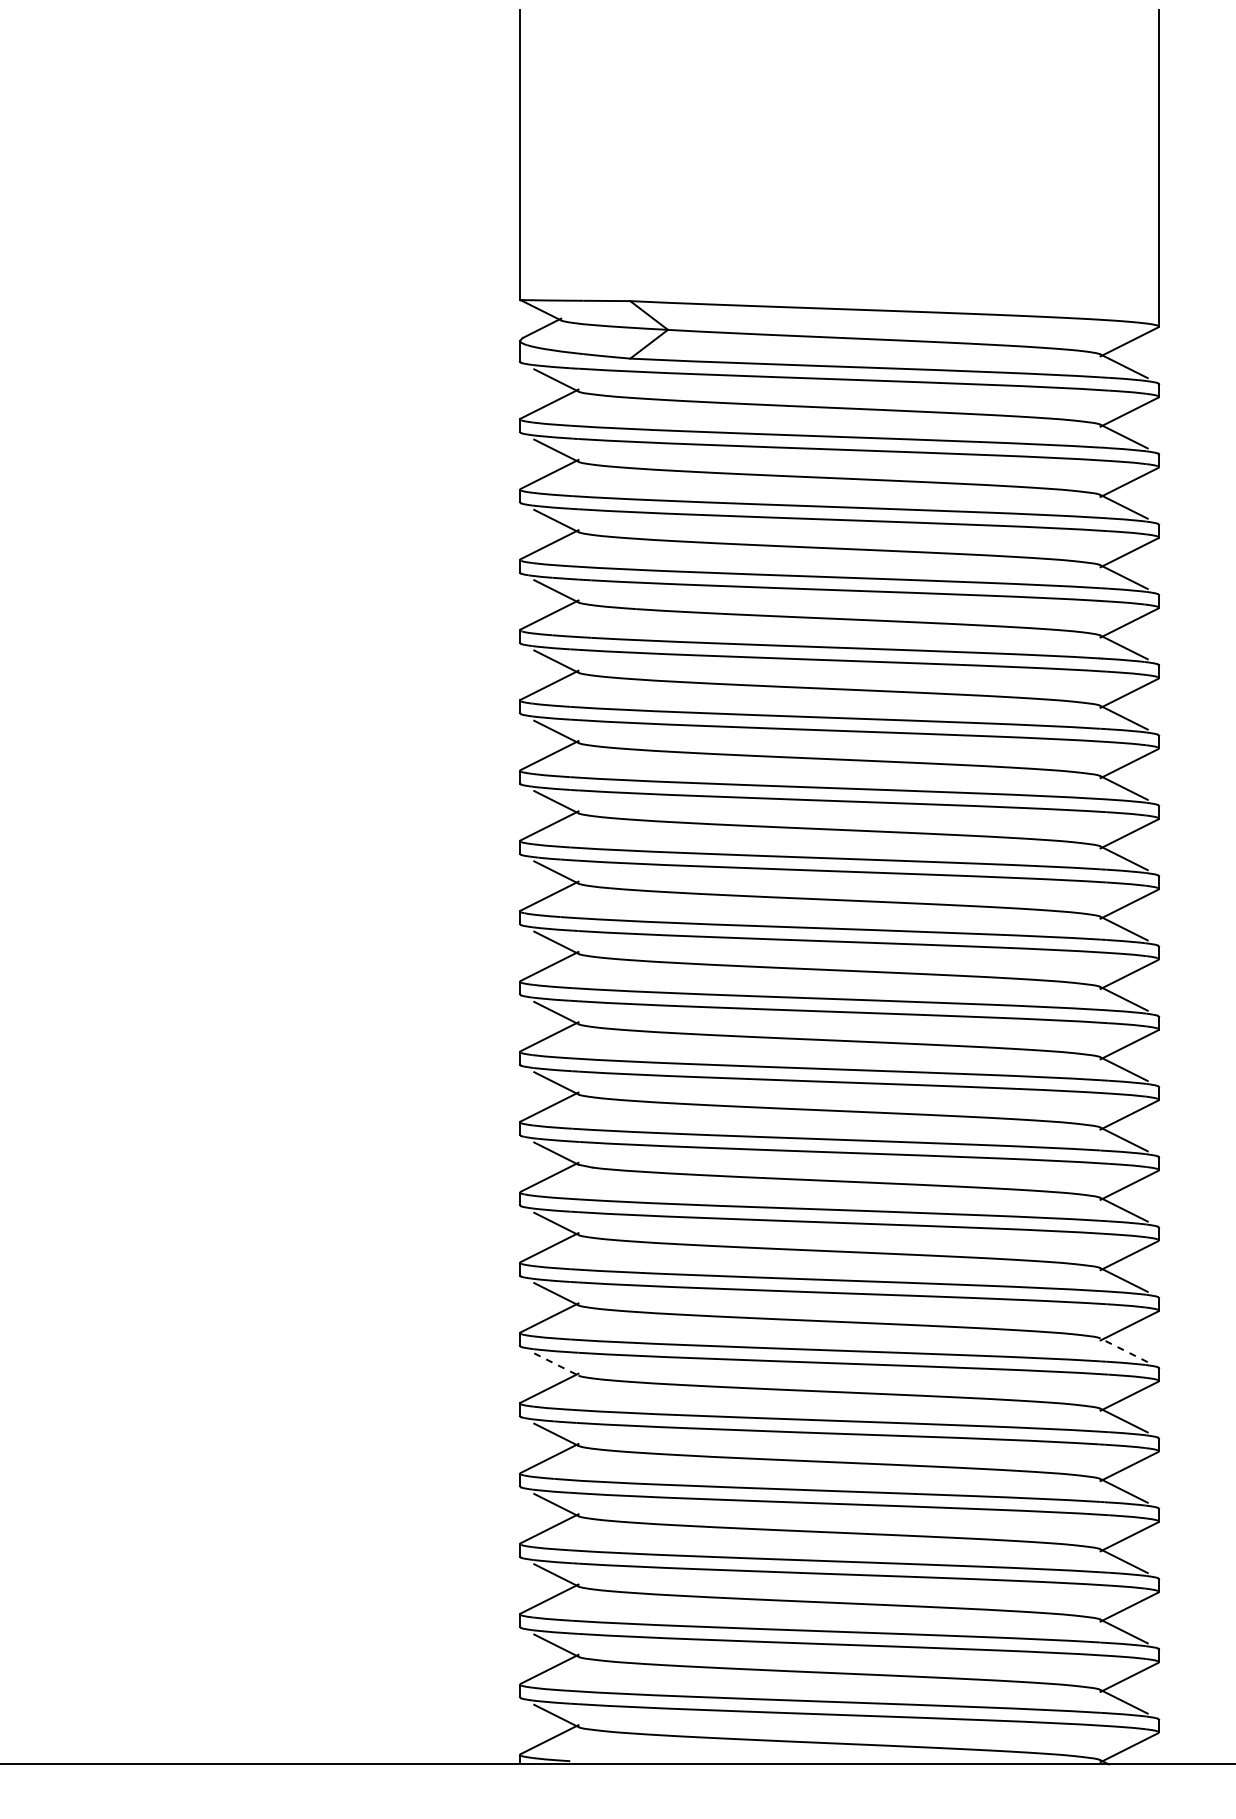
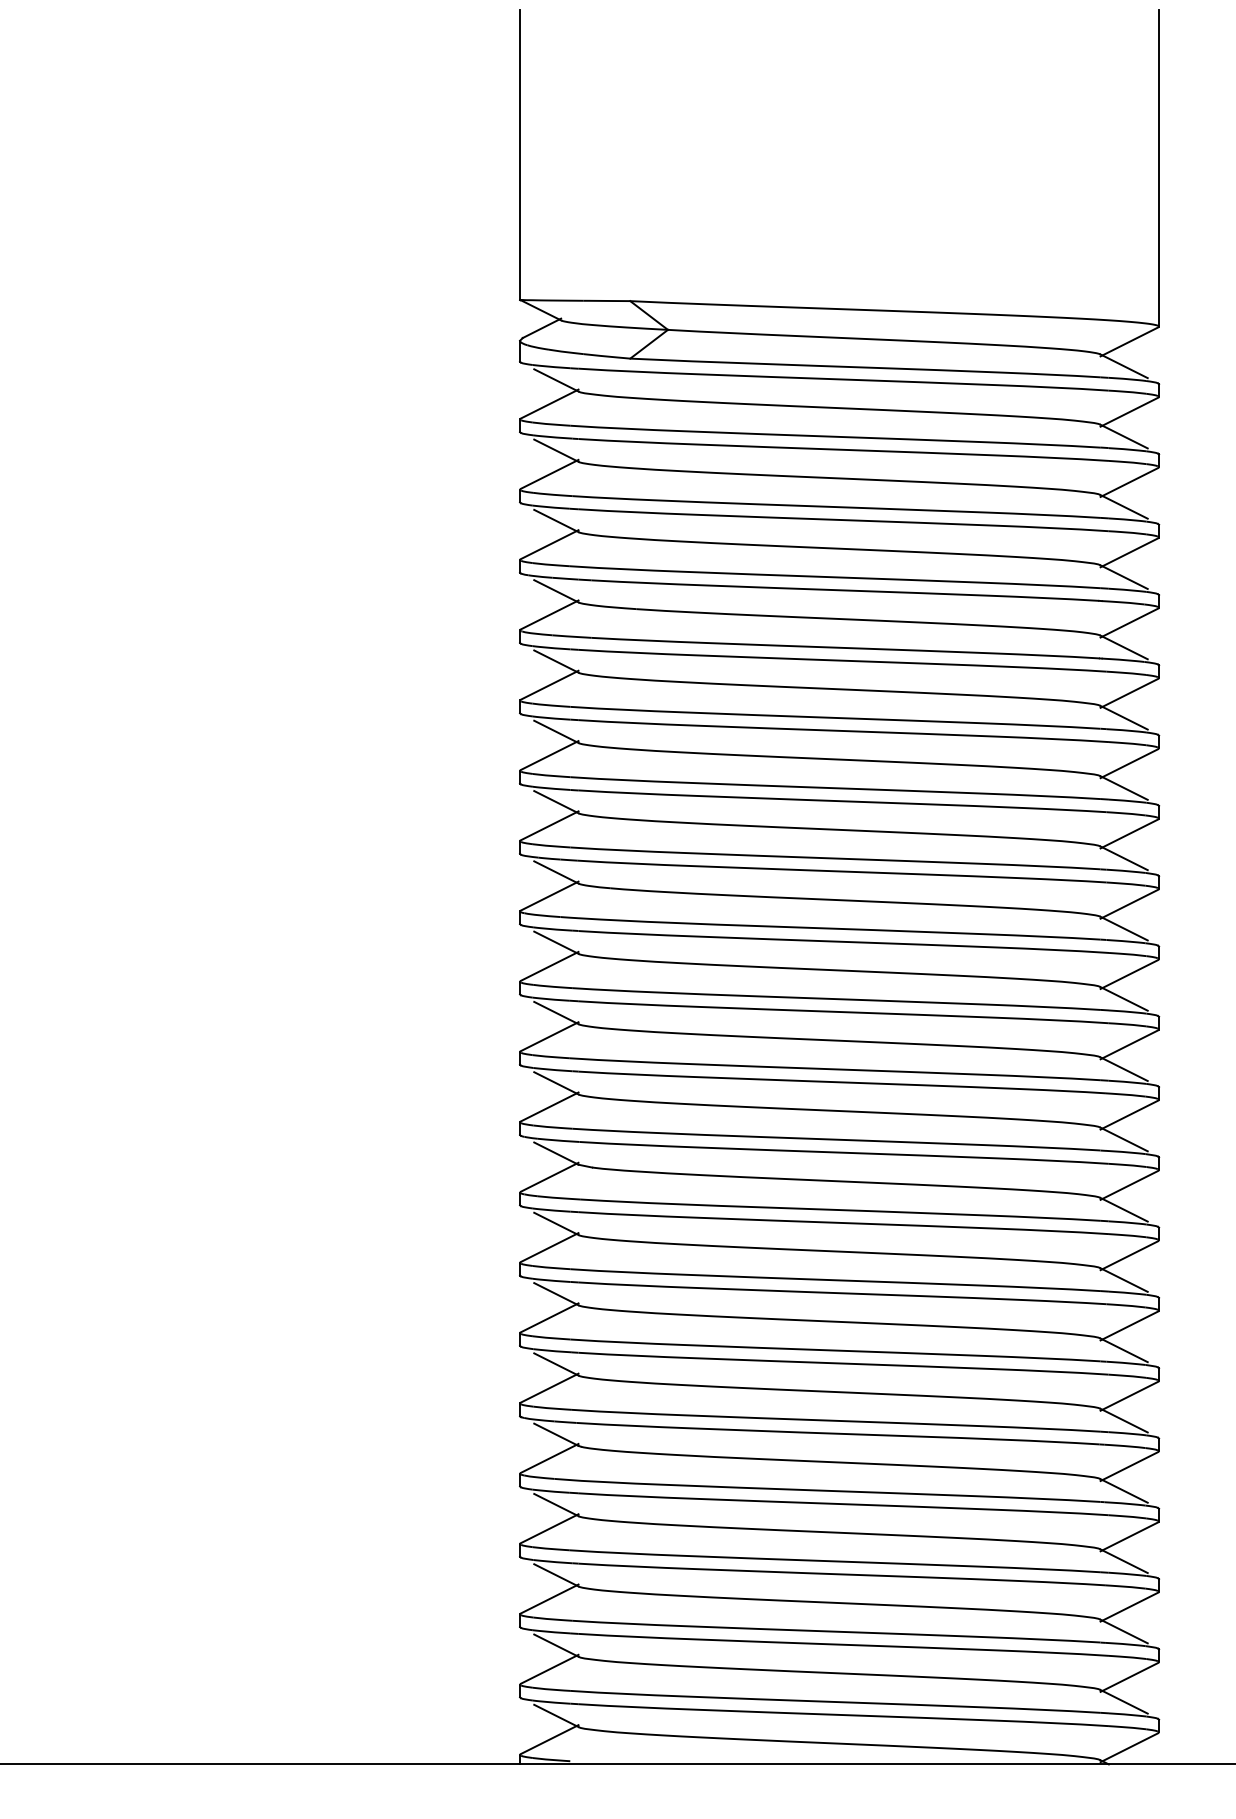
line at (1123, 1350): dashed -> solid
line at (556, 1364): dashed -> solid
